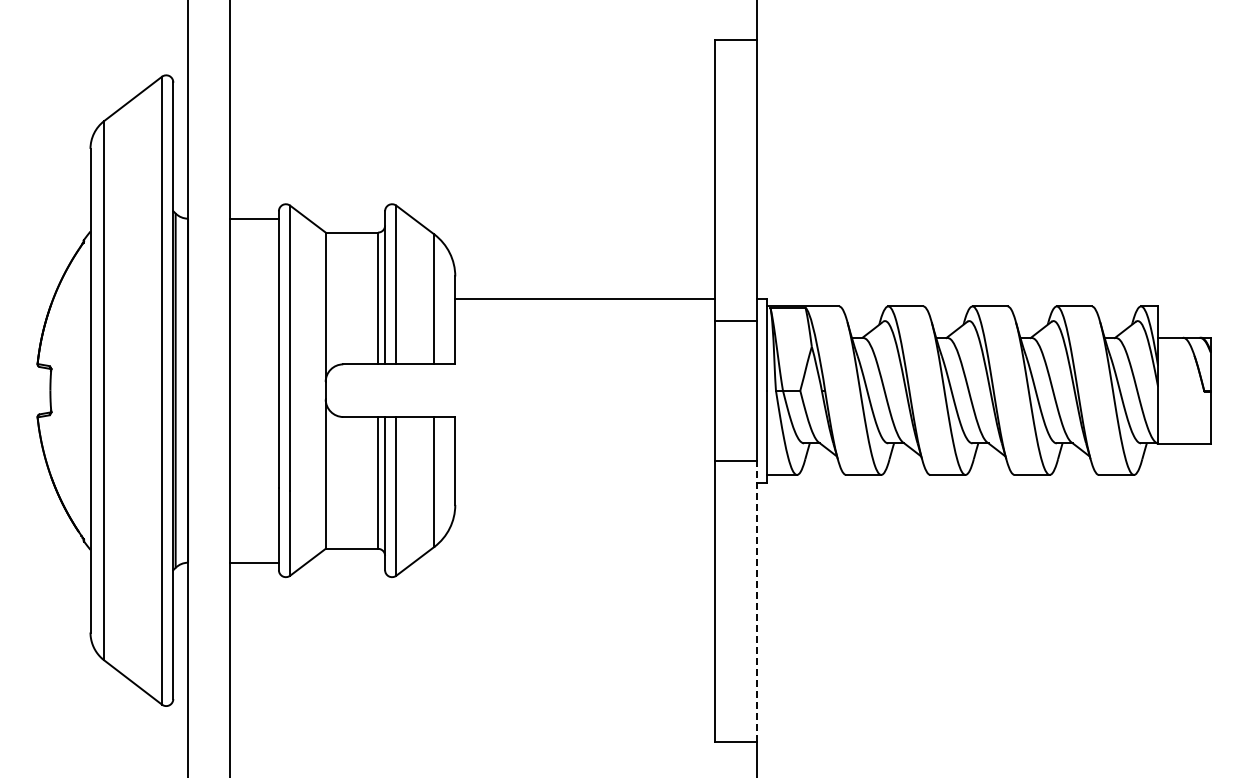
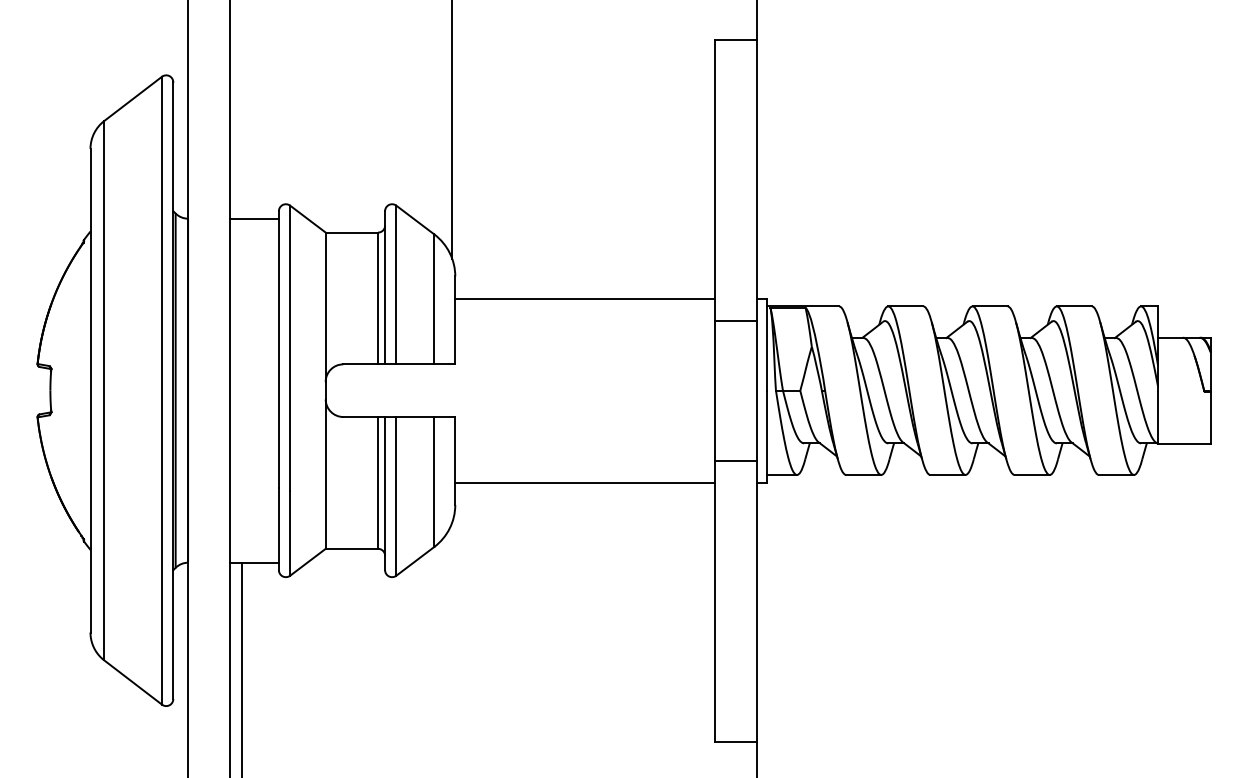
line at (452, 130): none -> present
line at (584, 482): none -> present
line at (756, 600): dashed -> solid
line at (241, 668): none -> present
